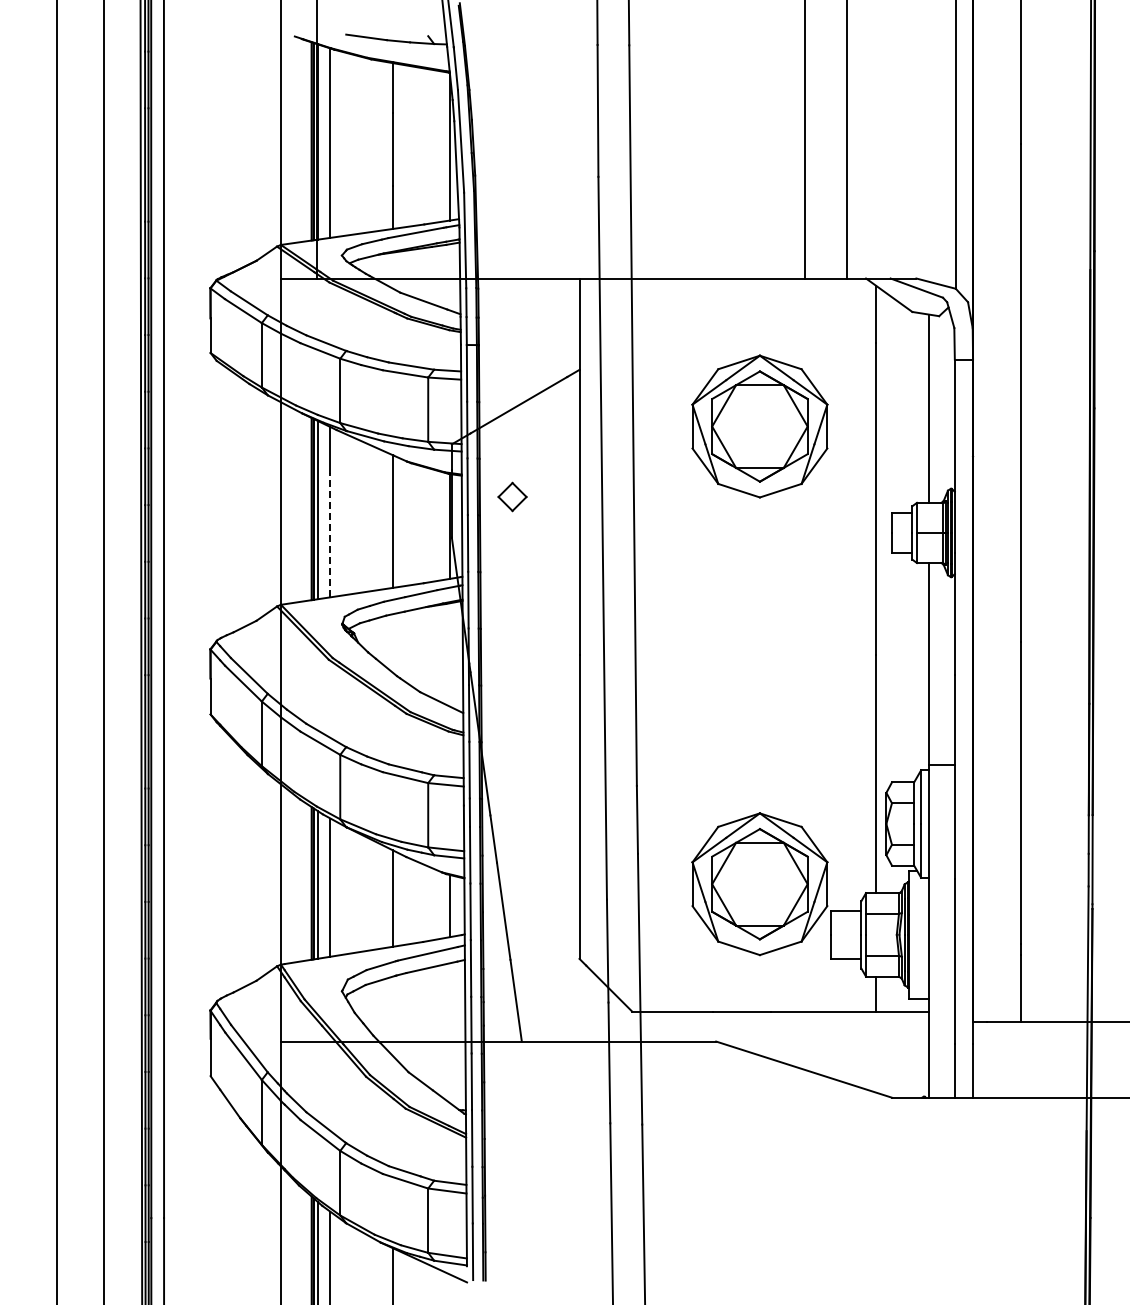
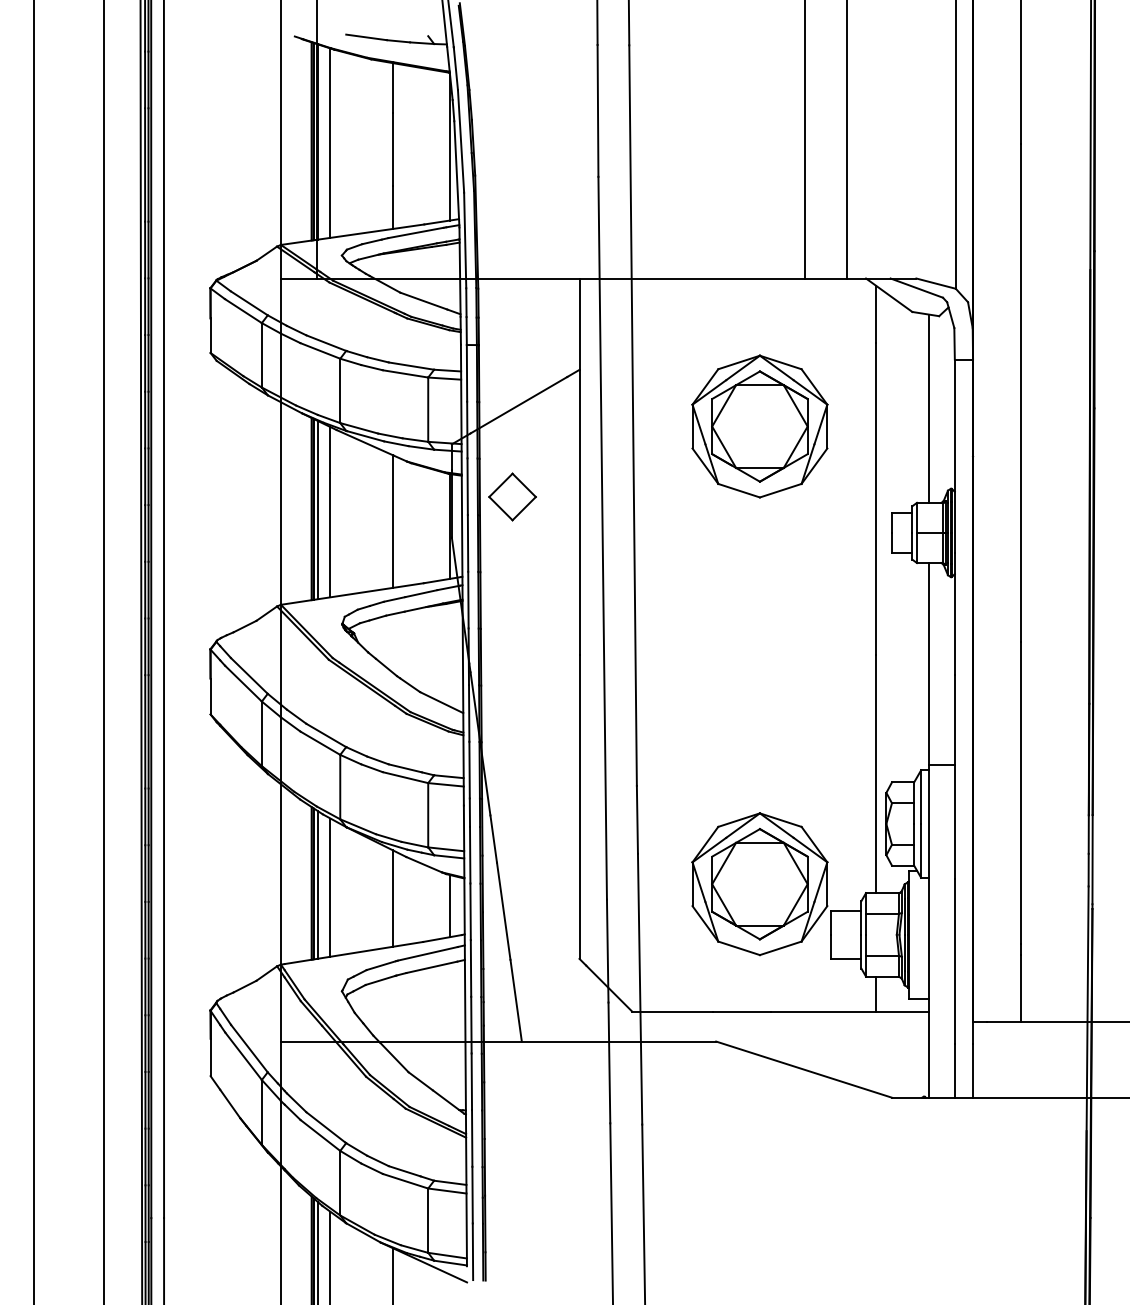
part at (512, 496) size: 31x32 px -> 49x50 px
line at (330, 534): dashed -> solid
line at (56, 651) position: (56, 651) -> (33, 651)
